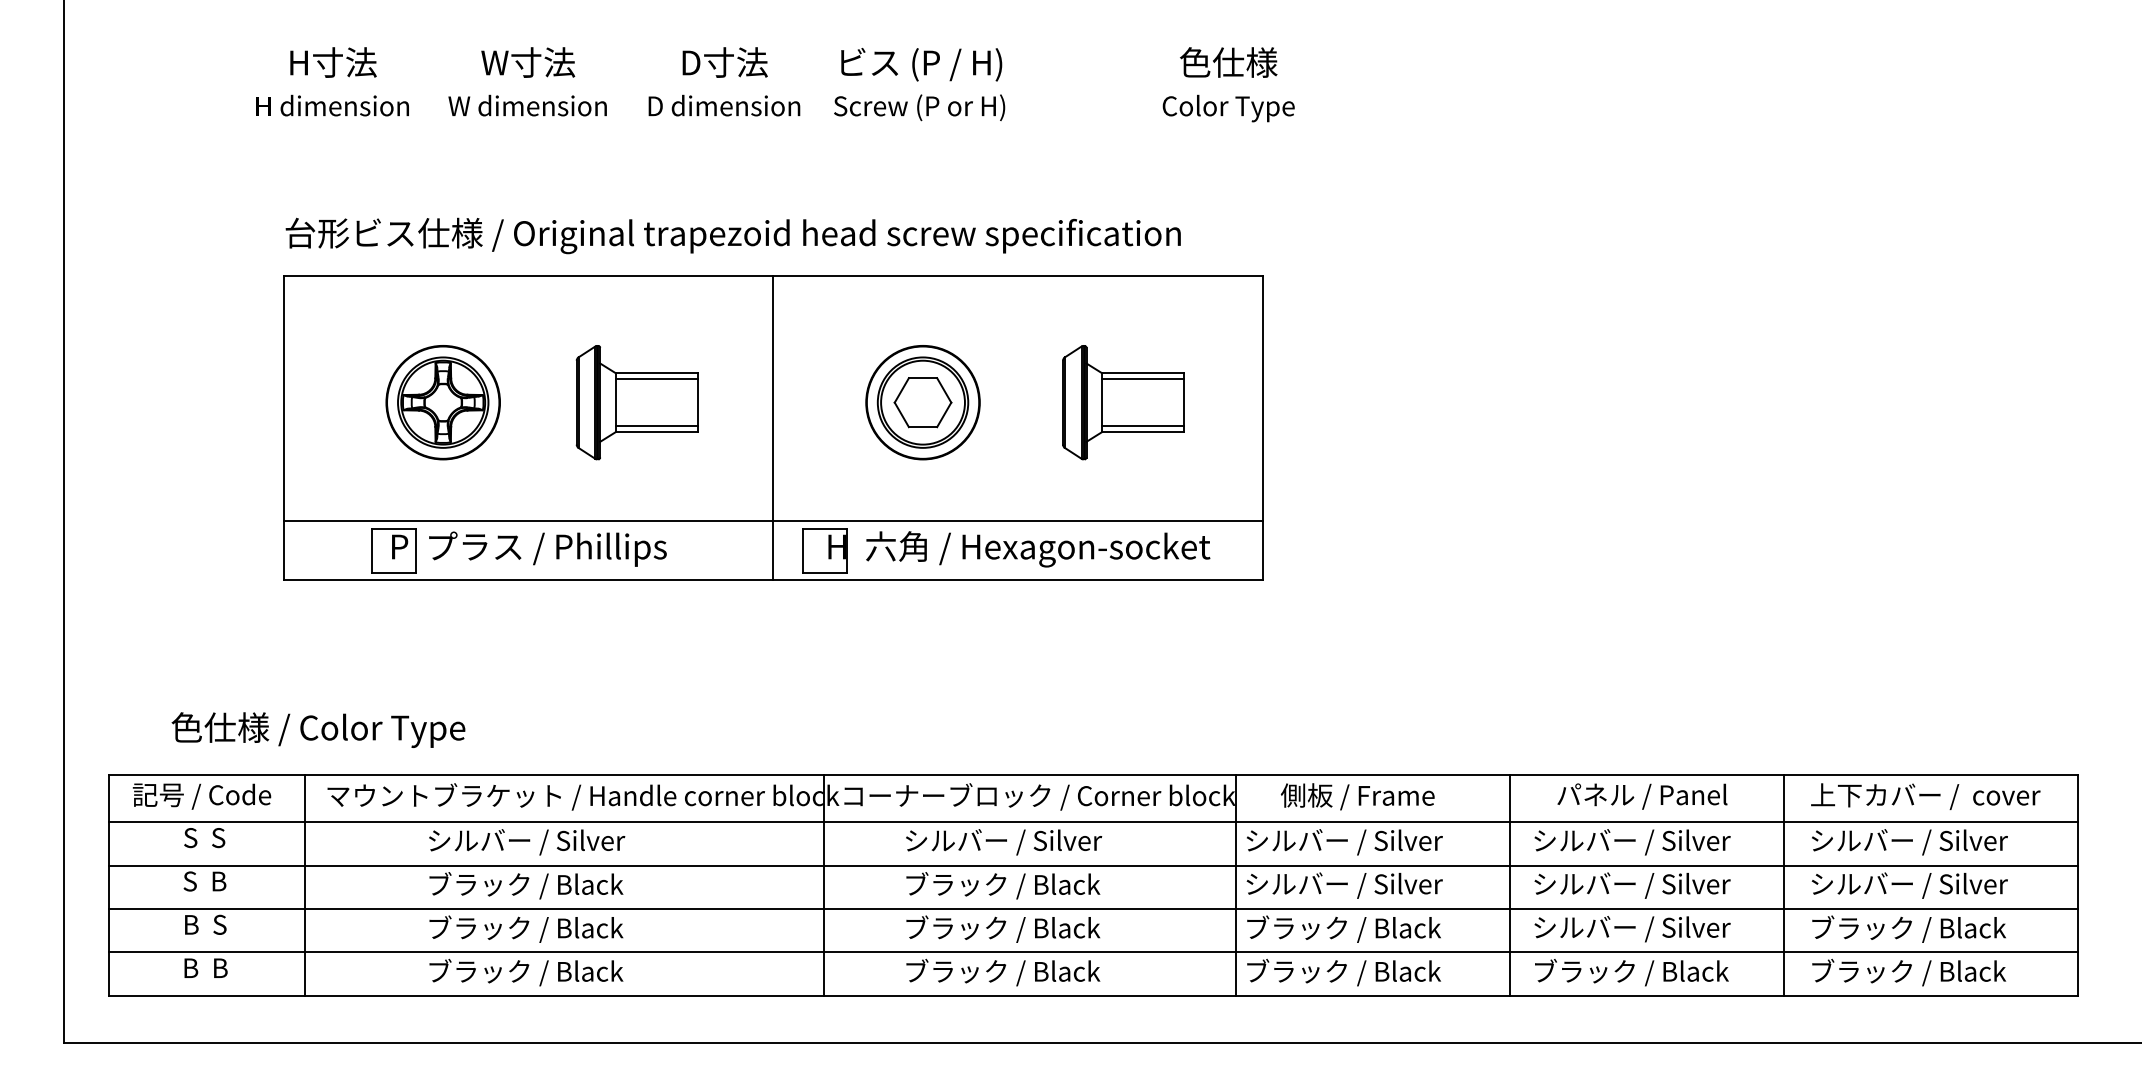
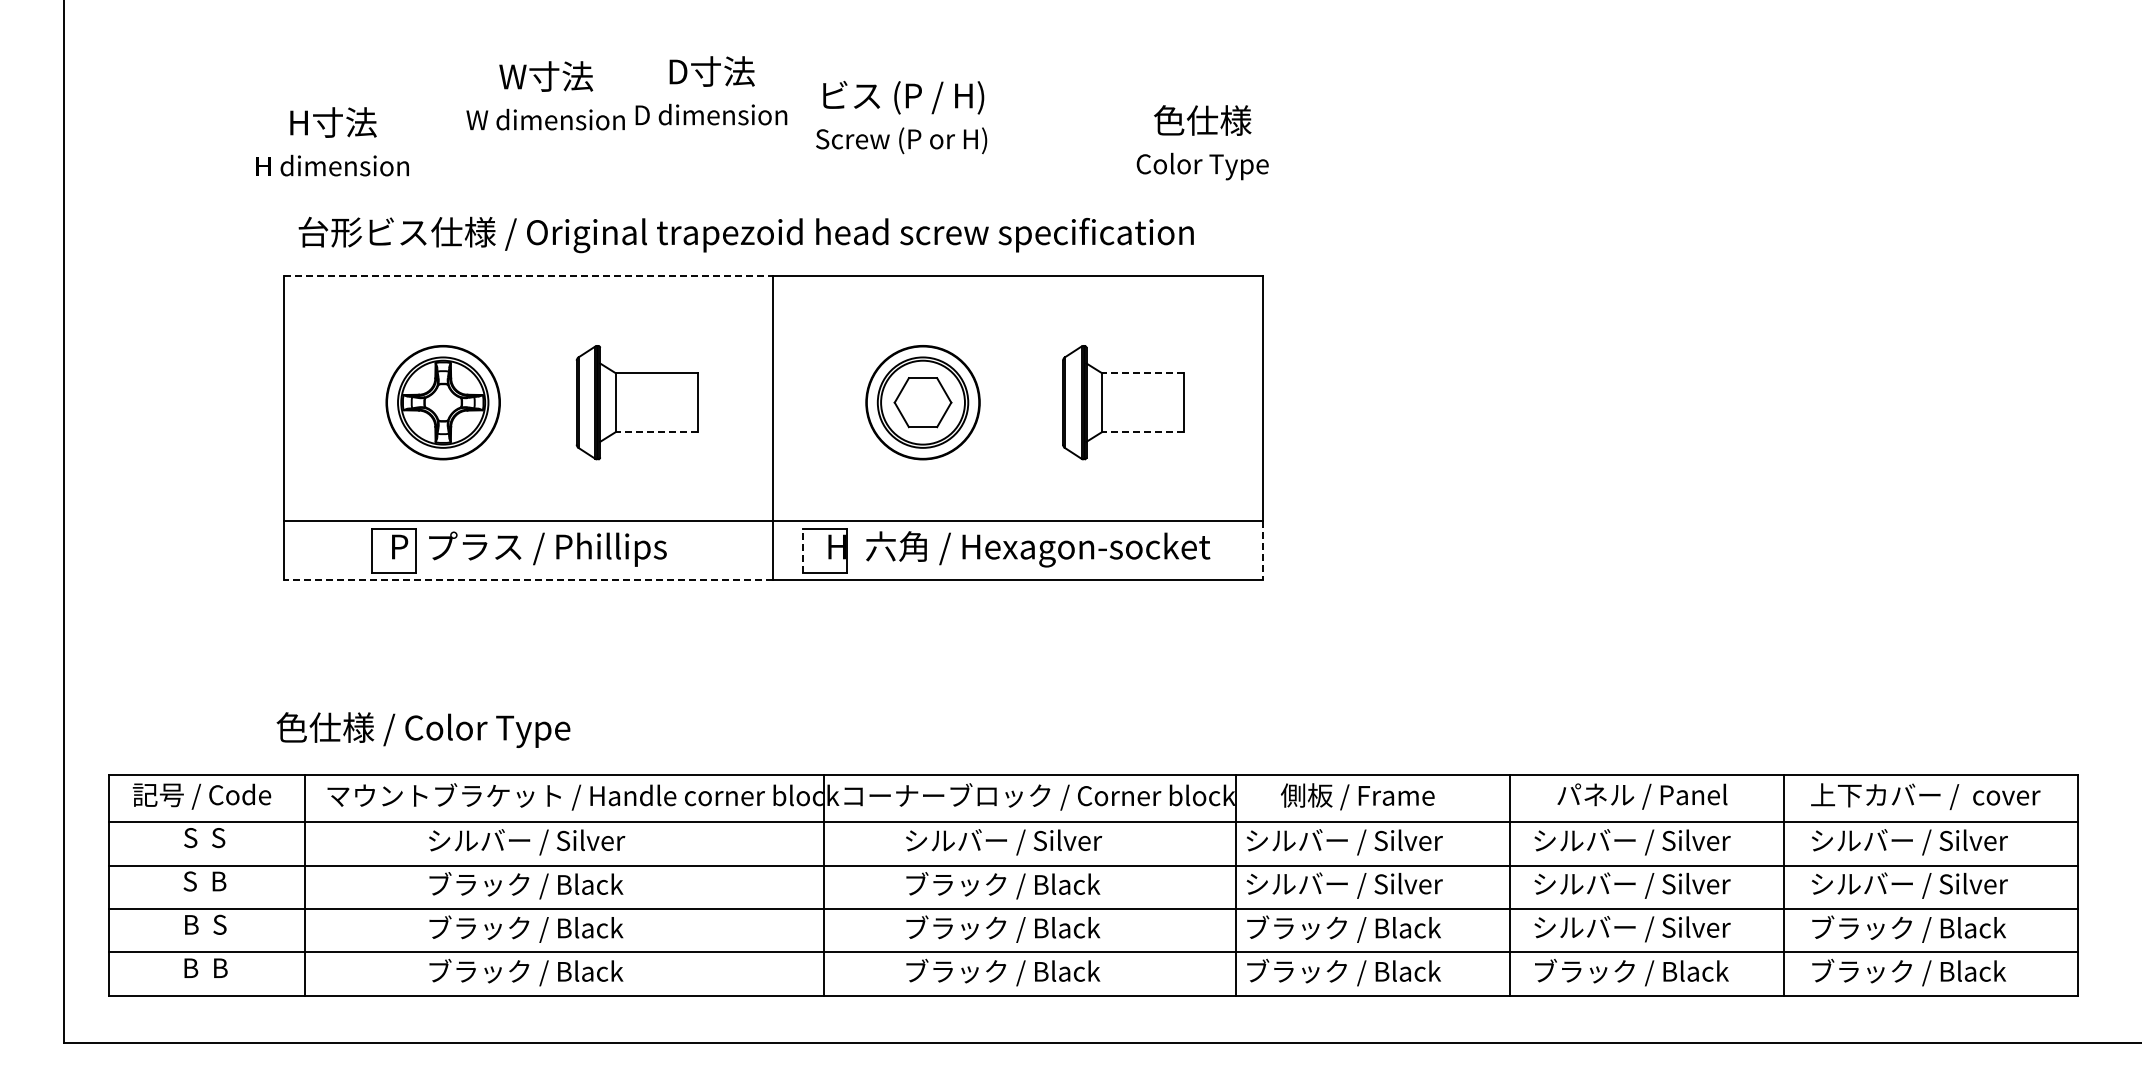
text at (332, 81) position: (332, 81) -> (332, 141)
text at (527, 81) position: (527, 81) -> (545, 95)
text at (724, 81) position: (724, 81) -> (711, 90)
text at (919, 84) position: (919, 84) -> (901, 117)
text at (1228, 84) position: (1228, 84) -> (1202, 142)
text at (732, 235) position: (732, 235) -> (745, 234)
line at (528, 275): solid -> dashed
line at (1142, 373): solid -> dashed
line at (656, 379): present -> none
line at (1143, 379): present -> none
line at (656, 426): present -> none
line at (1143, 426): present -> none
line at (656, 432): solid -> dashed
line at (1142, 432): solid -> dashed
line at (803, 550): solid -> dashed
line at (1262, 550): solid -> dashed
line at (528, 579): solid -> dashed
text at (318, 729) position: (318, 729) -> (423, 729)
